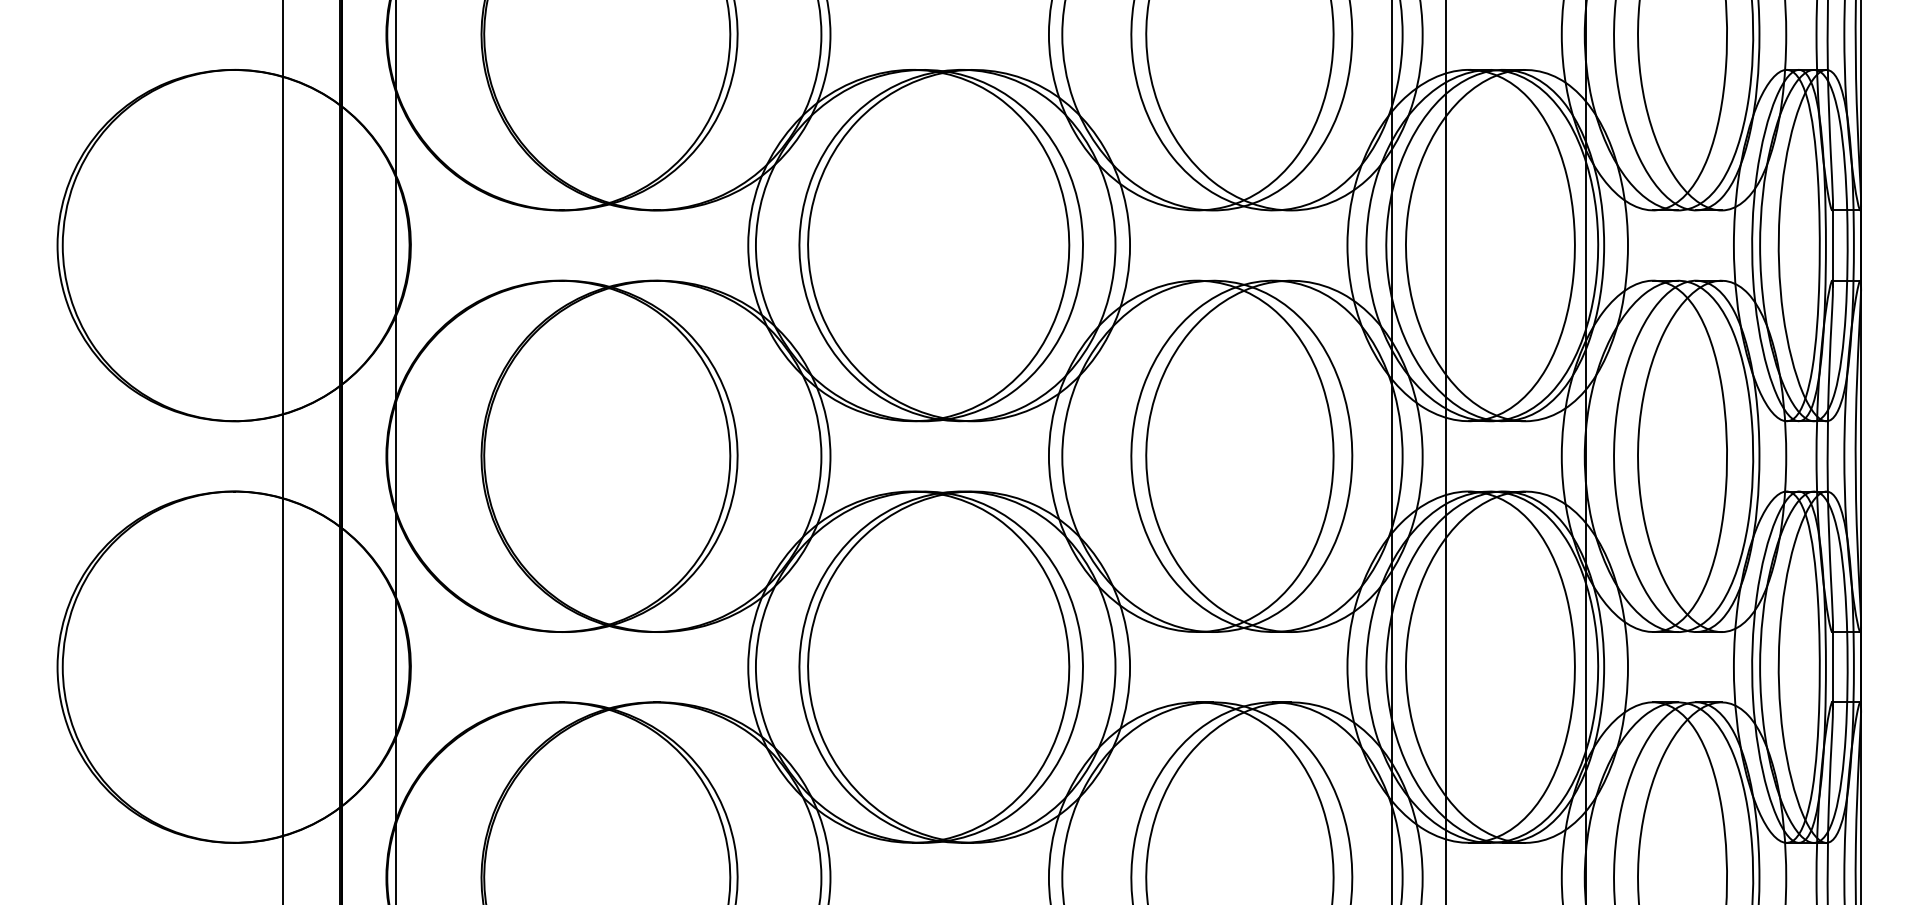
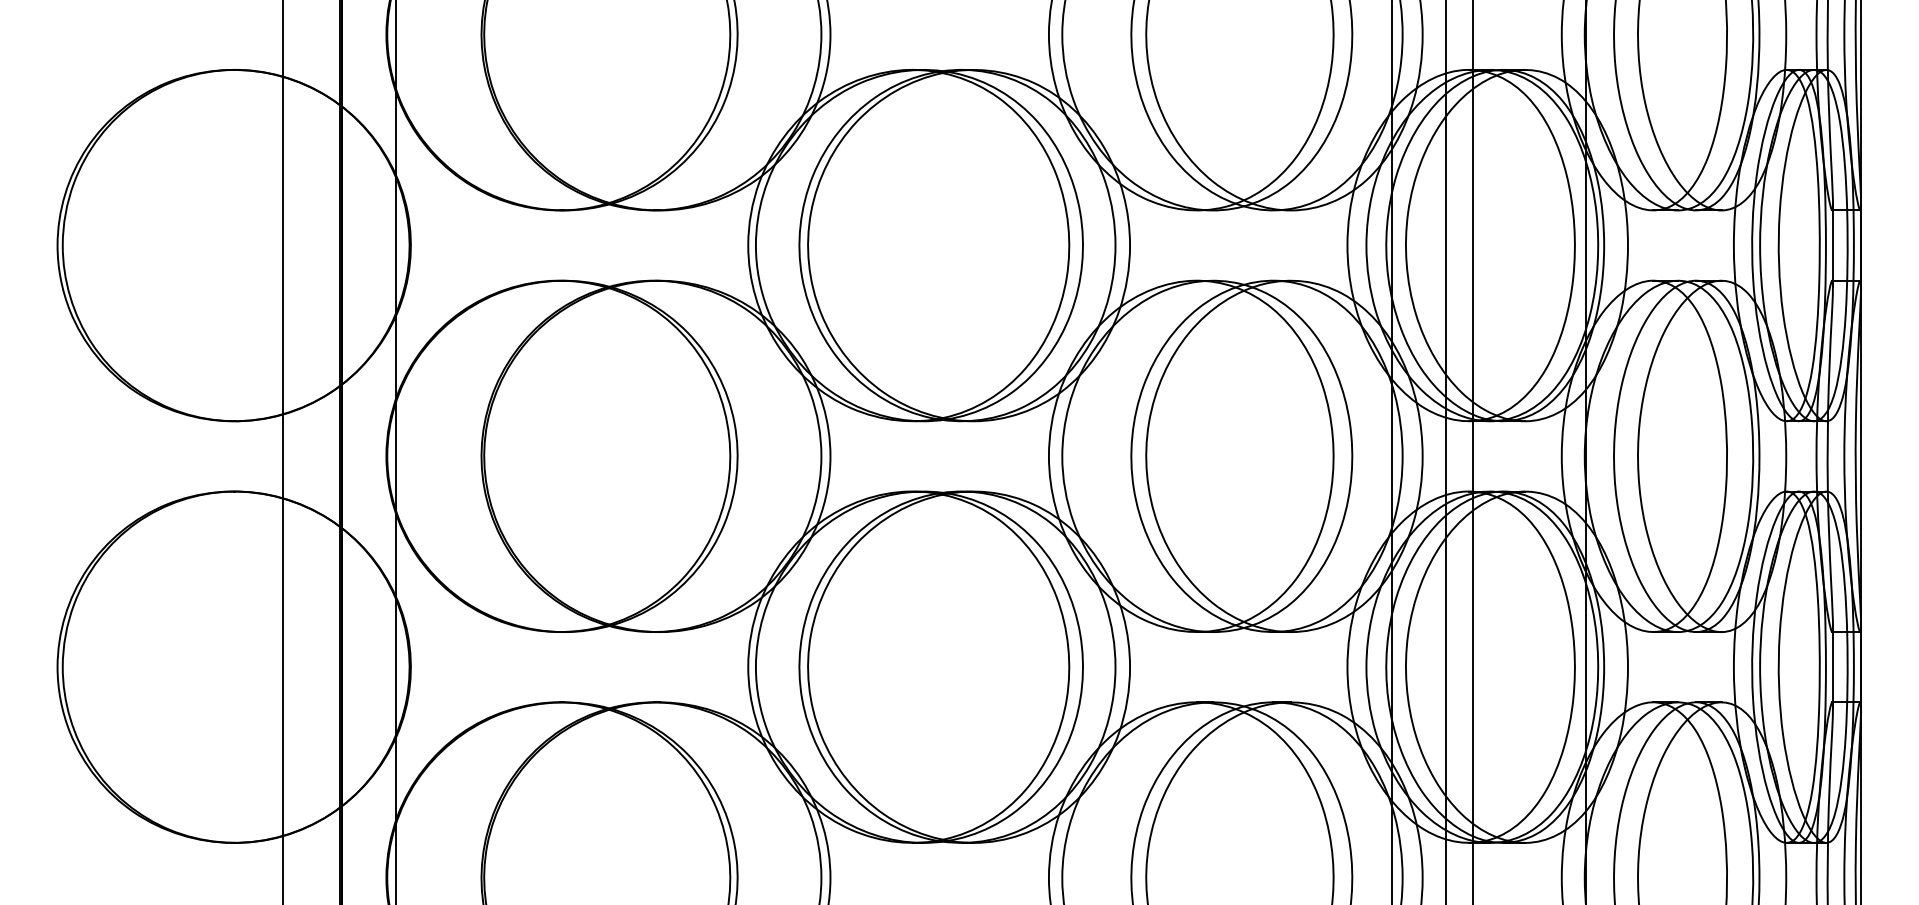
line at (1473, 451): none -> present
